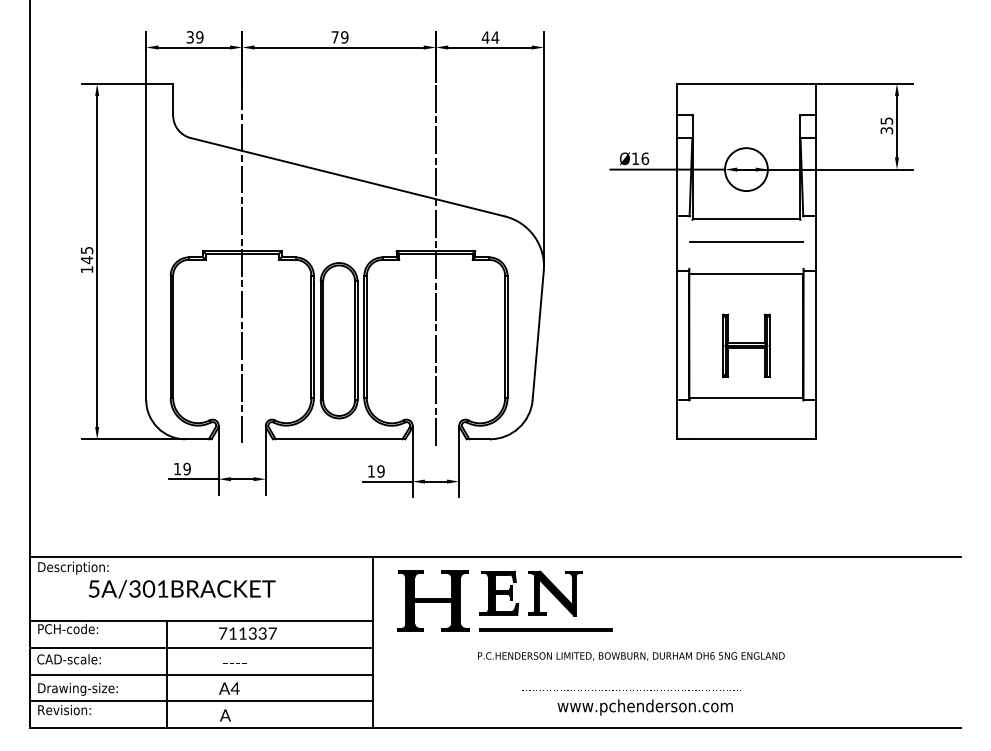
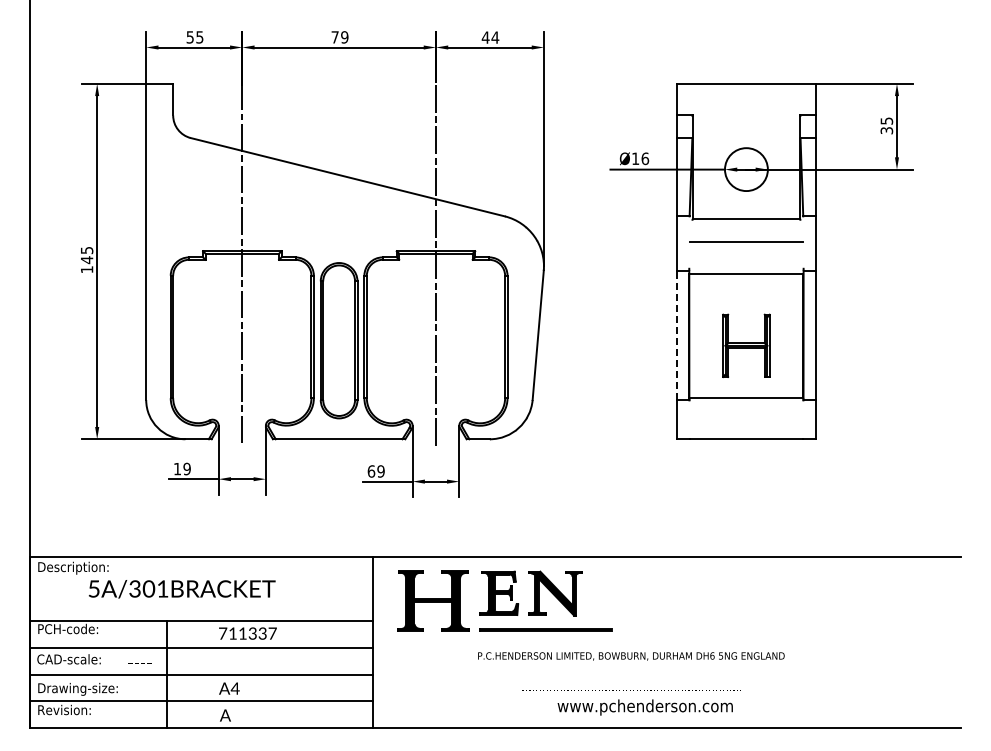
text at (195, 37): 39 -> 55
line at (676, 335): solid -> dashed
text at (371, 471): 19 -> 69
text at (234, 663) position: (234, 663) -> (139, 663)
